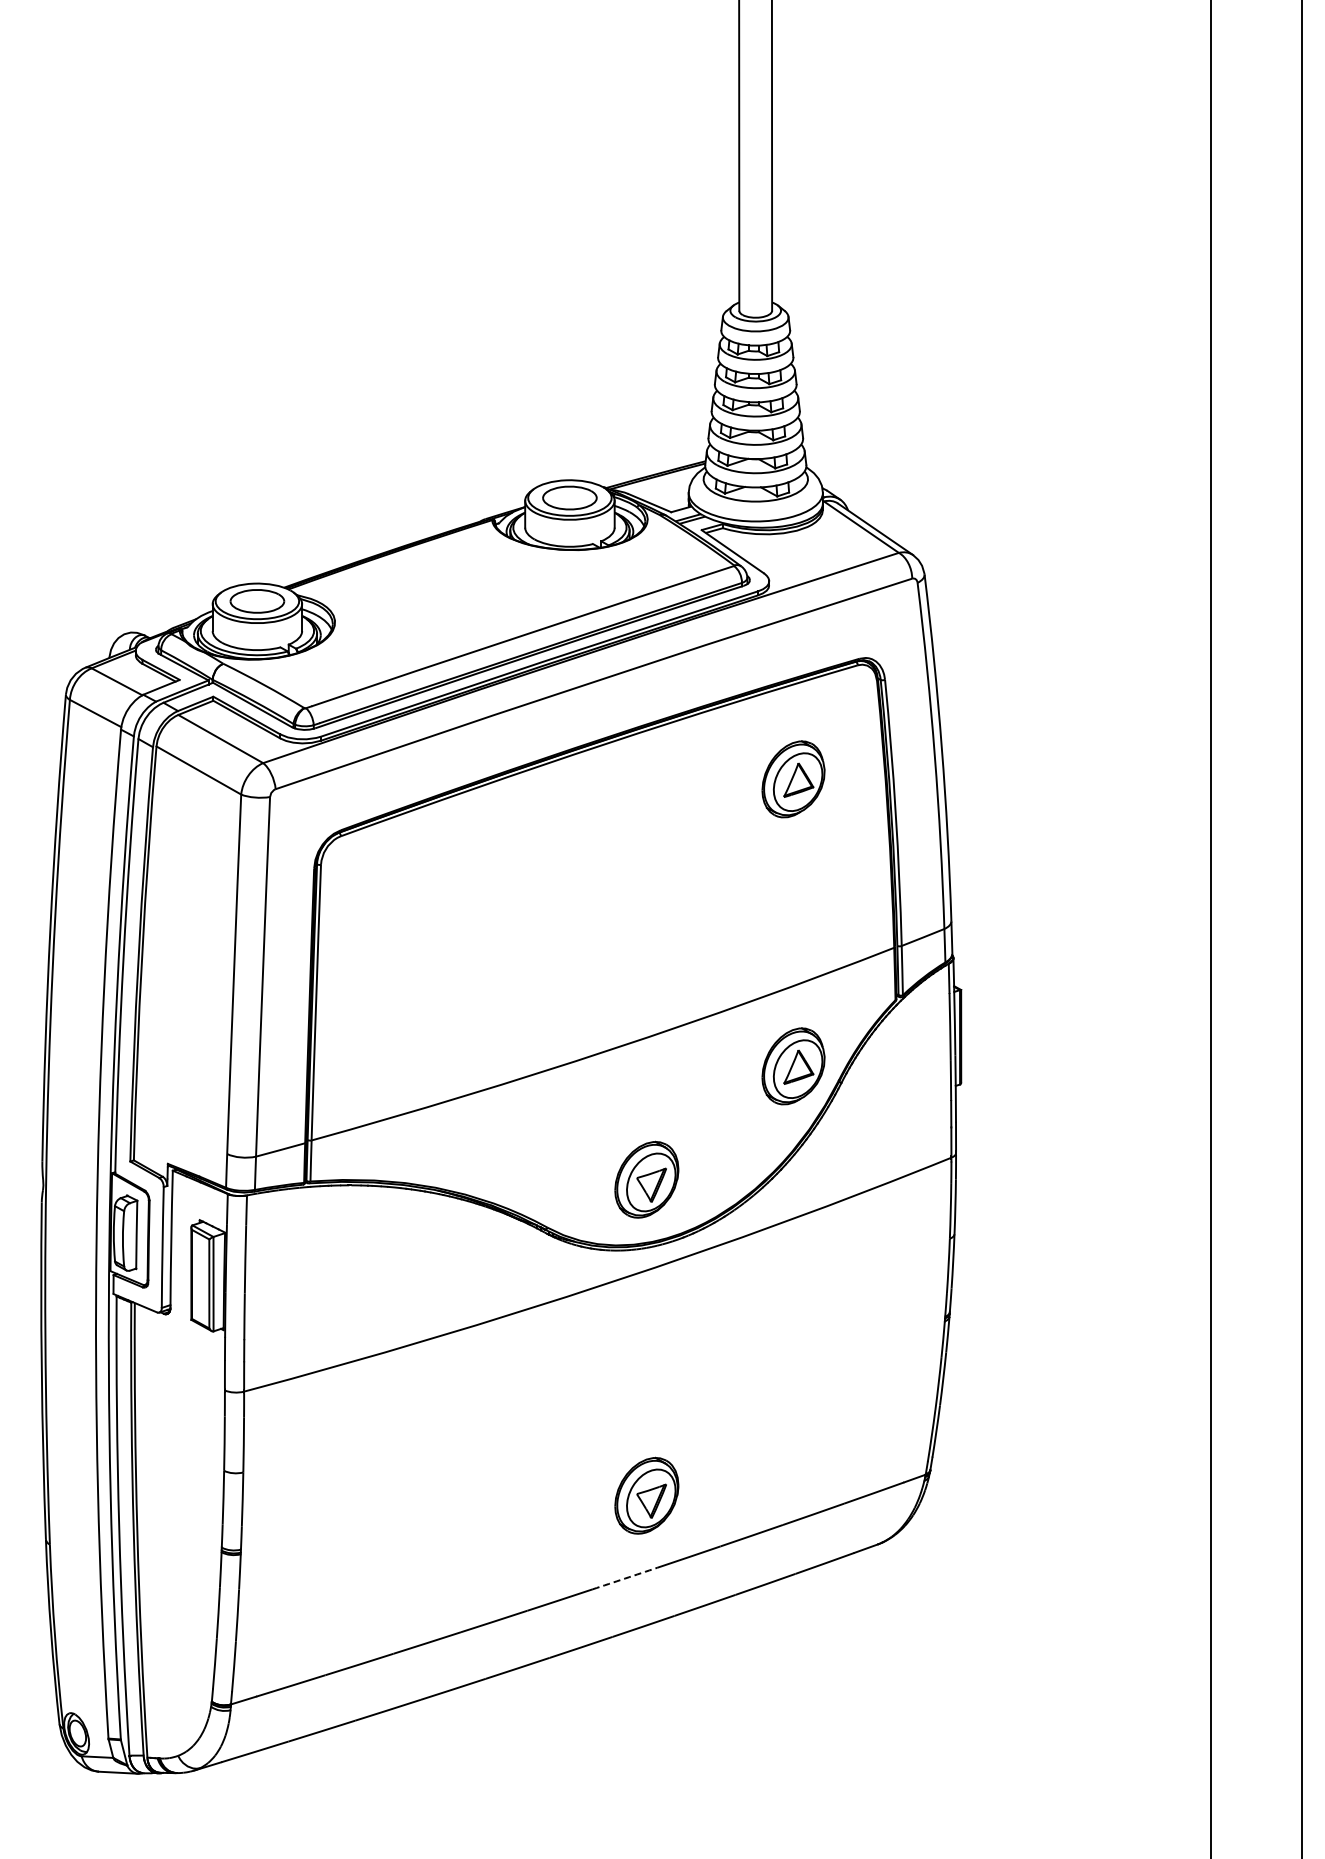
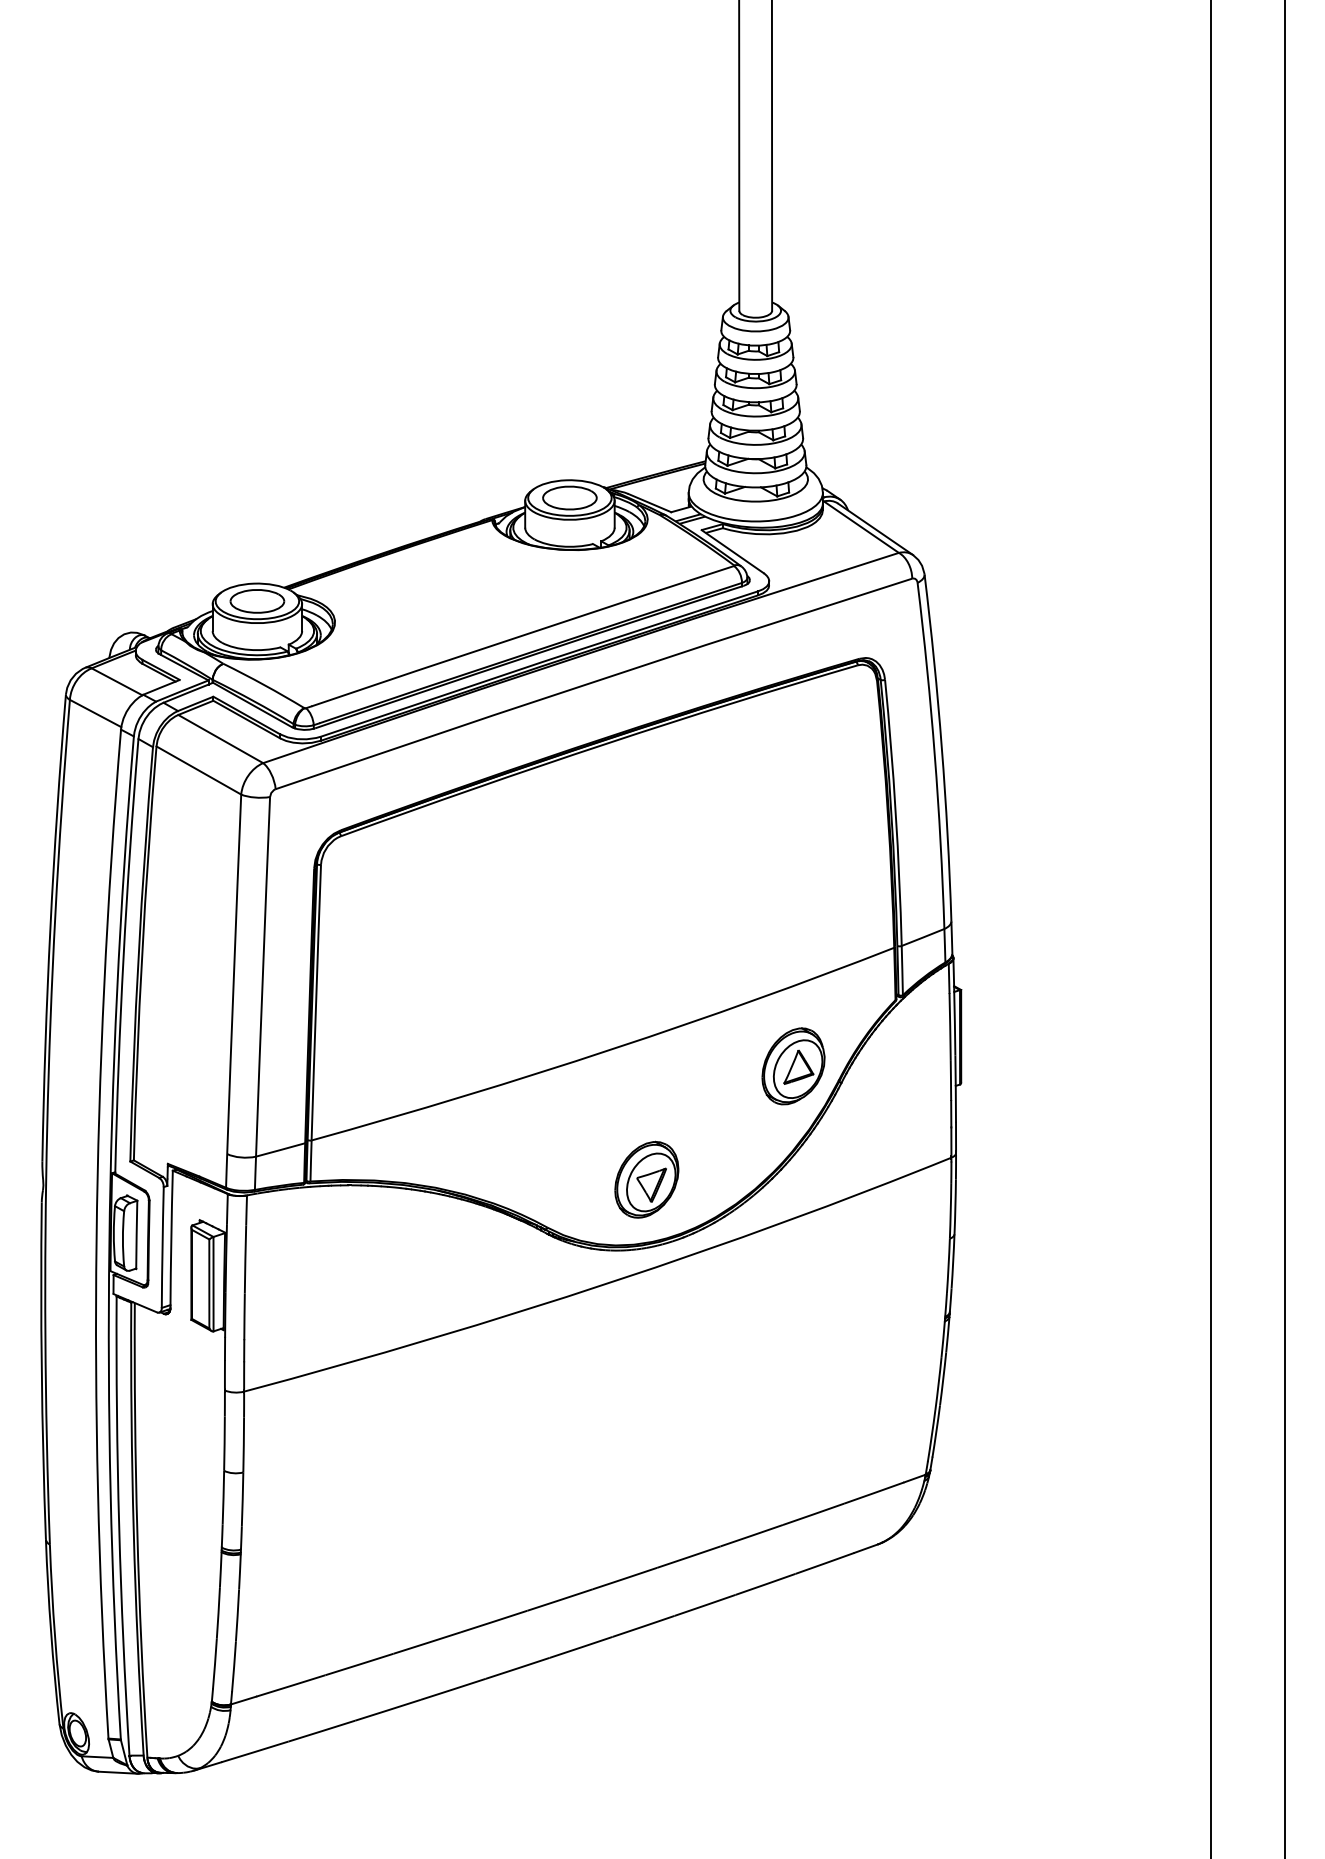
part at (793, 779): present -> none
line at (1302, 928) position: (1302, 928) -> (1285, 928)
part at (646, 1495): present -> none
arc at (625, 1578): dashed -> solid
